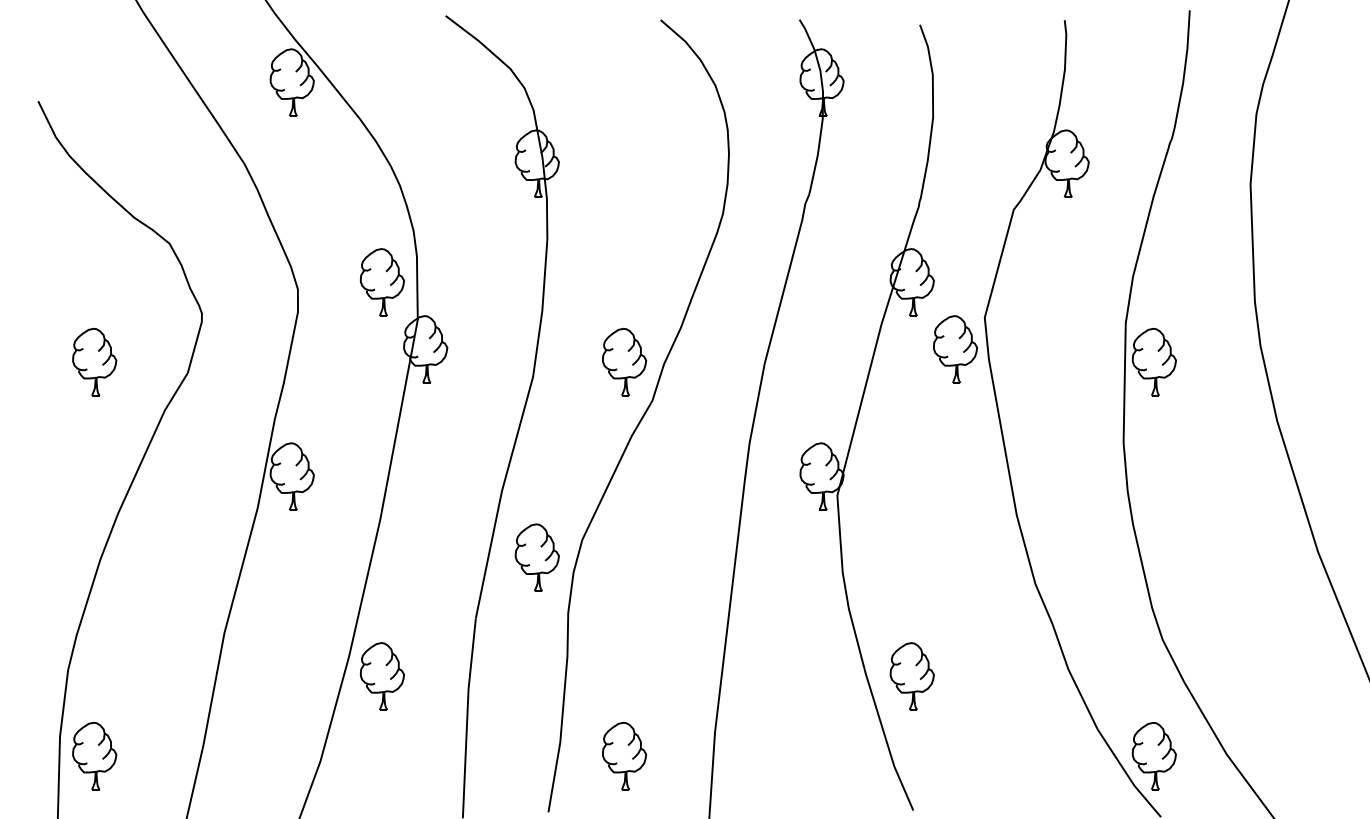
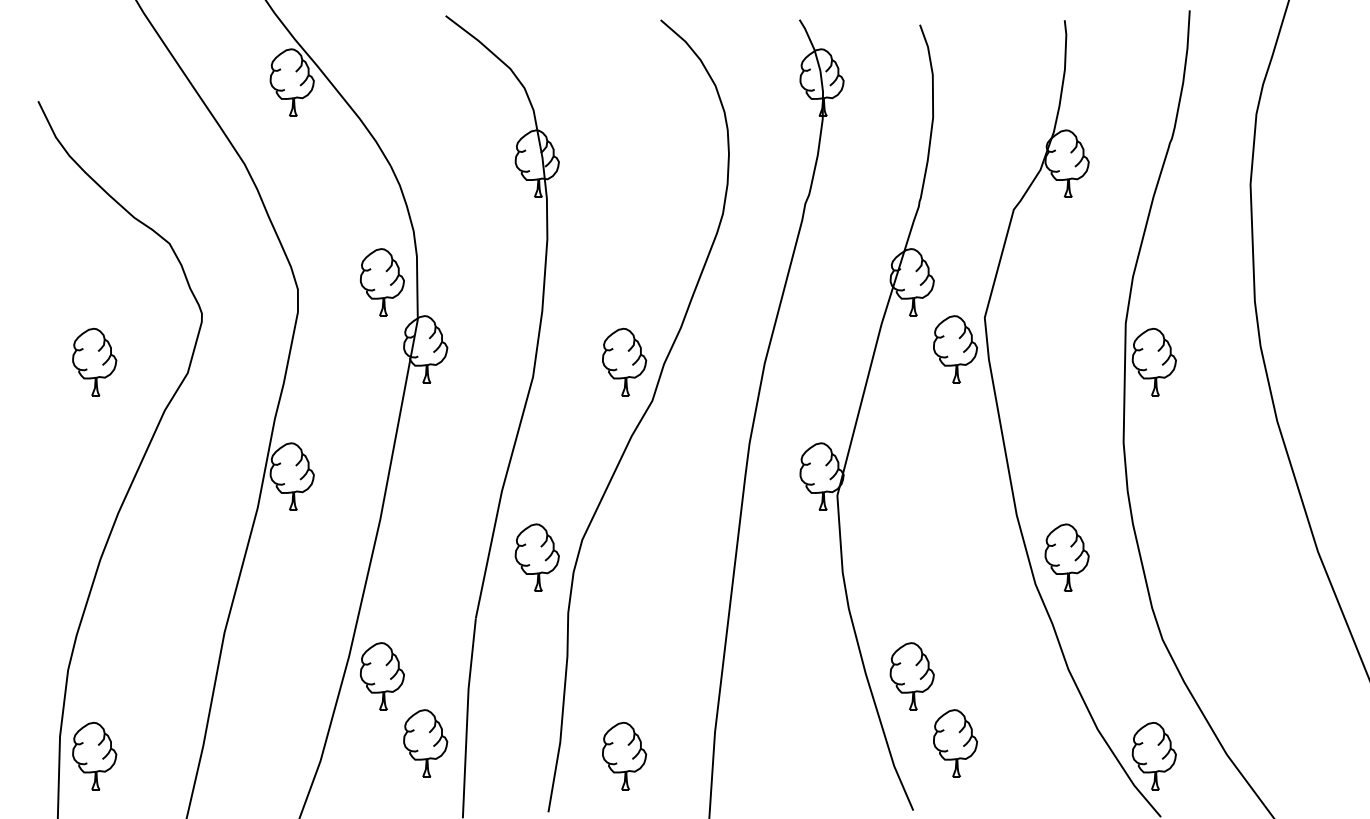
part at (1066, 557): none -> present
part at (425, 743): none -> present
part at (955, 743): none -> present
